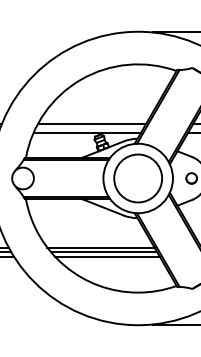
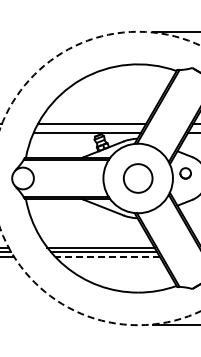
circle at (100, 178): solid -> dashed
circle at (138, 178) diameter: 48 px -> 29 px
circle at (191, 178) position: (191, 178) -> (185, 173)
line at (106, 256): solid -> dashed
